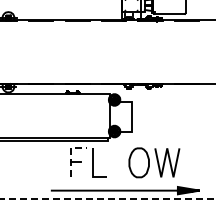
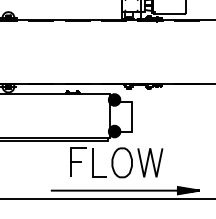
line at (70, 154): dashed -> solid
part at (154, 162) position: (154, 162) -> (137, 162)
line at (107, 199): dashed -> solid
